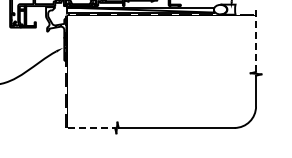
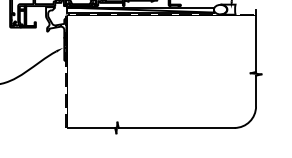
line at (256, 41): dashed -> solid
line at (91, 127): dashed -> solid
